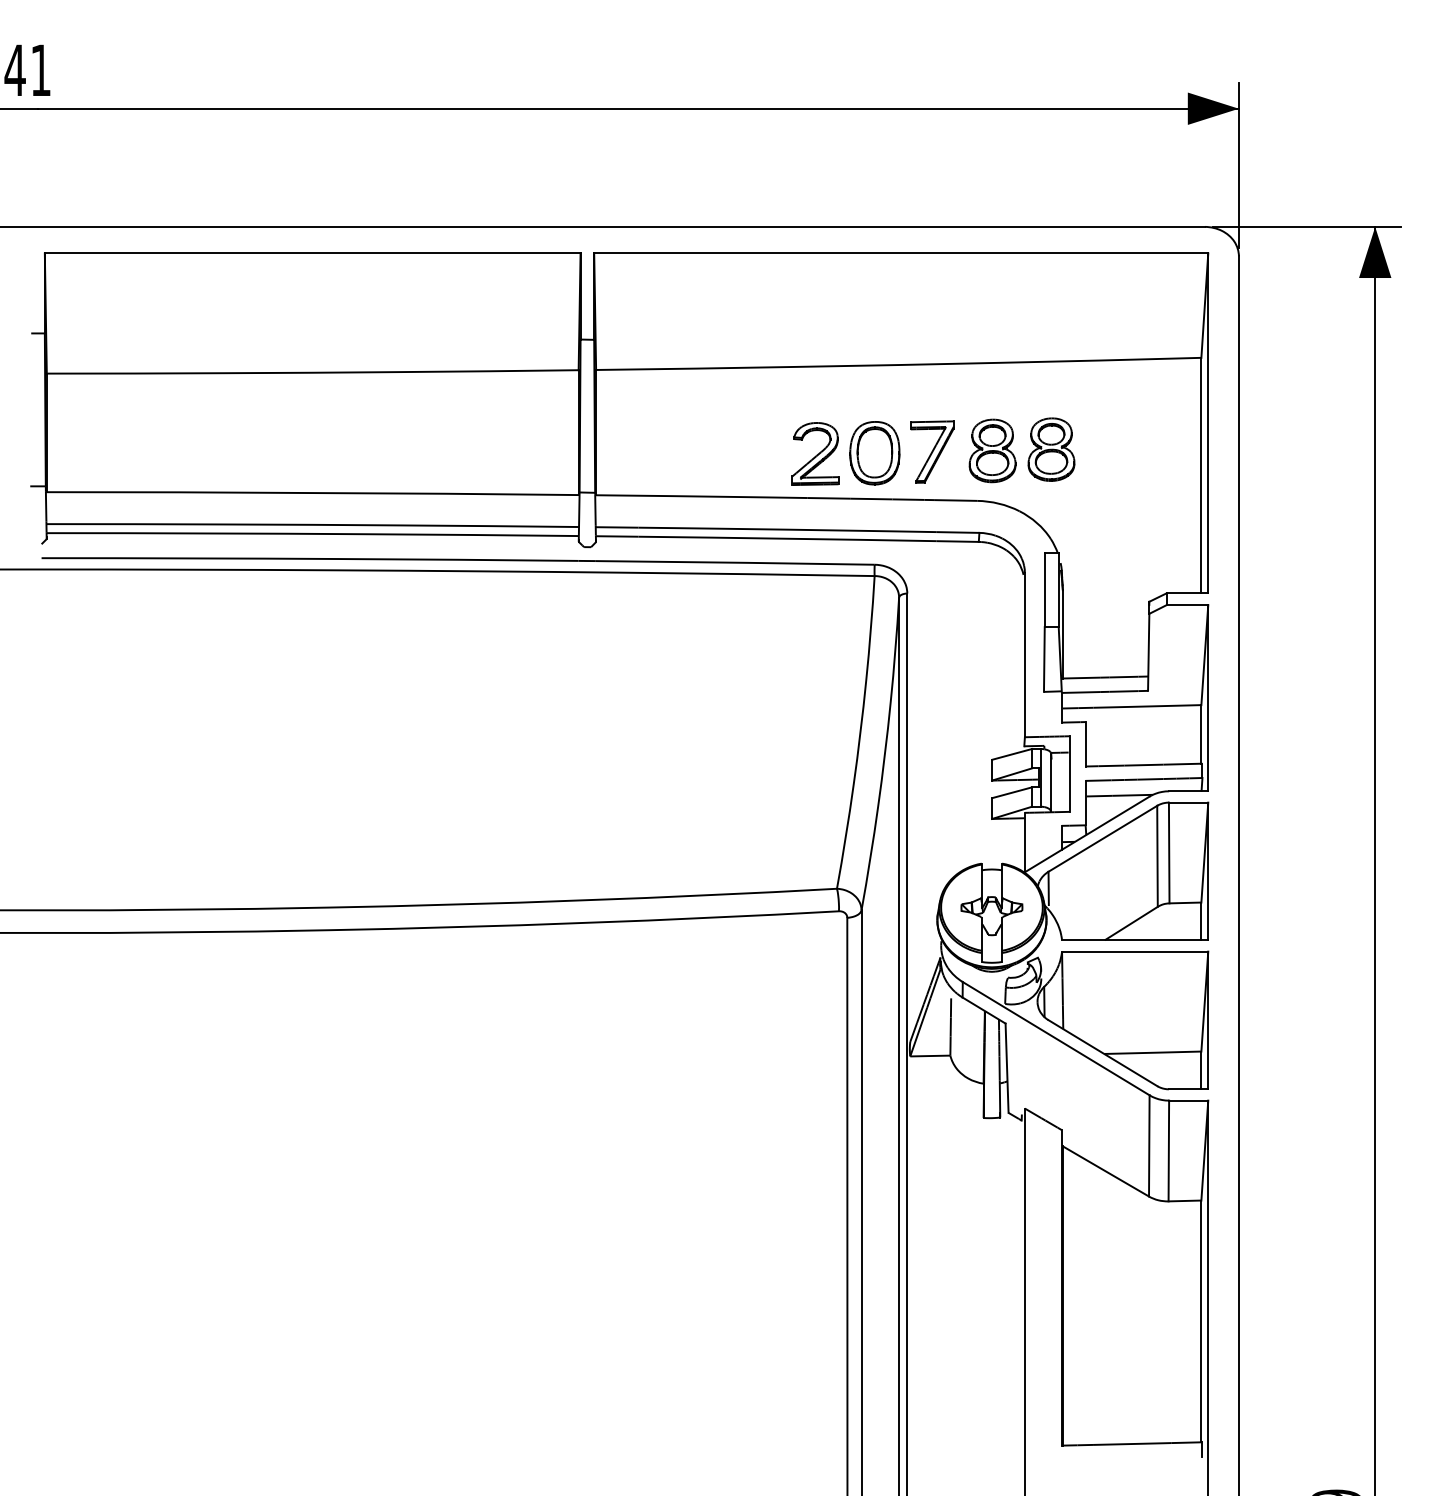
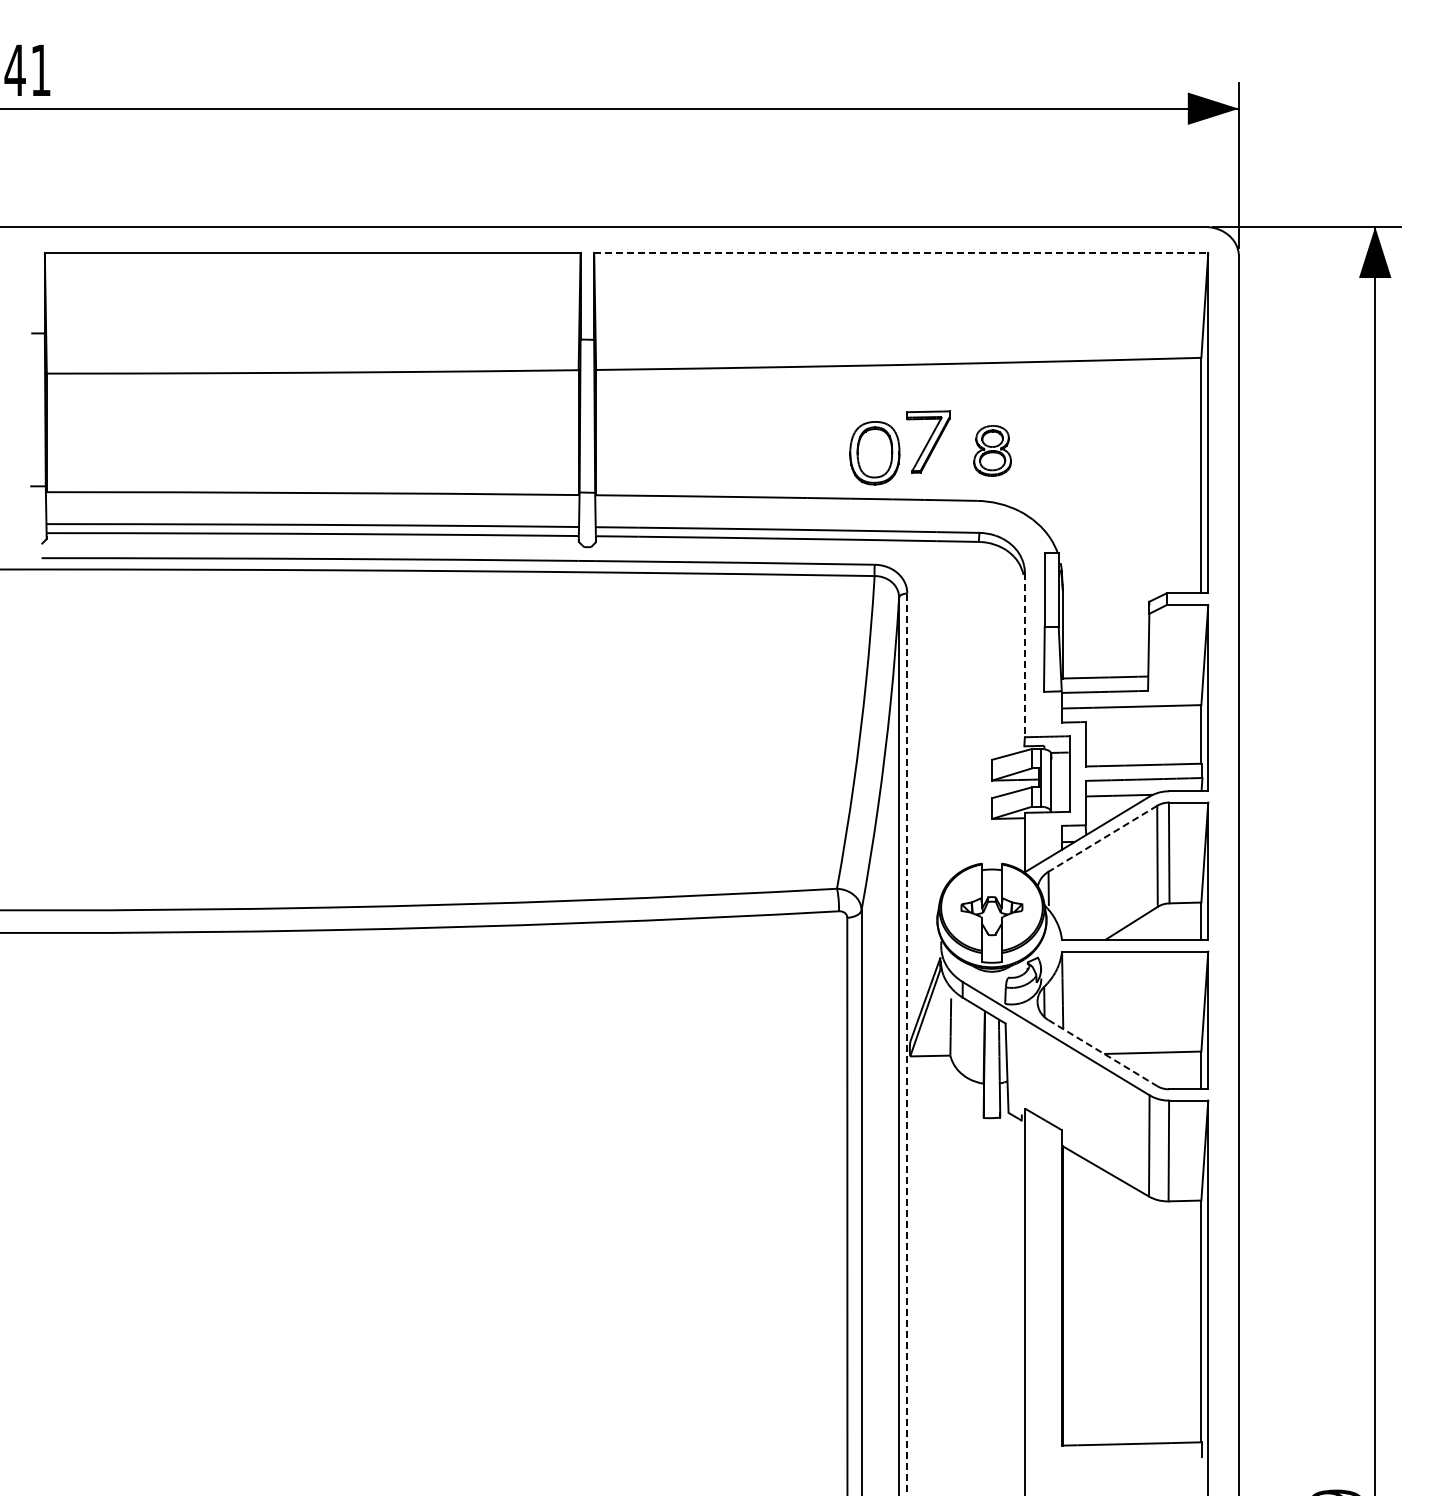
line at (901, 253): solid -> dashed
part at (1051, 449): present -> none
part at (992, 450) size: 49x66 px -> 39x52 px
part at (932, 451) position: (932, 451) -> (928, 441)
part at (815, 453): present -> none
line at (1024, 655): solid -> dashed
line at (1102, 838): solid -> dashed
line at (907, 1044): solid -> dashed
line at (1102, 1053): solid -> dashed
